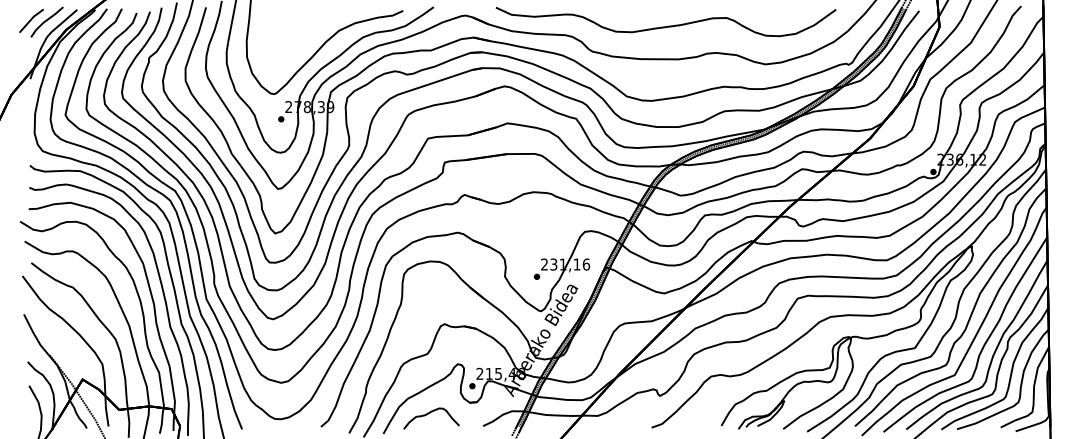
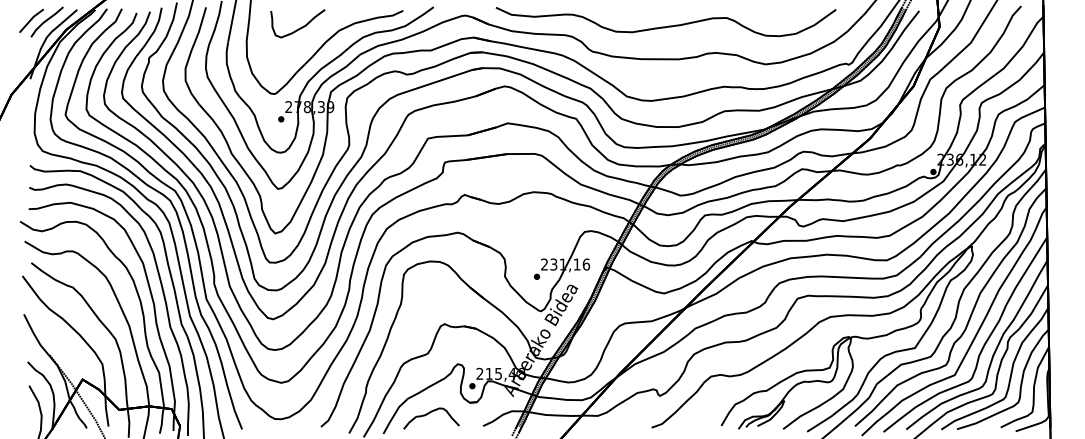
curve at (301, 26): none -> present
